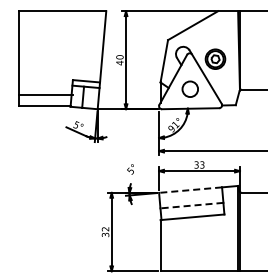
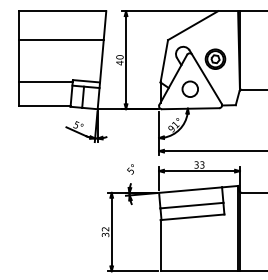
line at (61, 40): none -> present
line at (45, 95) position: (45, 95) -> (45, 82)
line at (190, 190): dashed -> solid
line at (191, 205): dashed -> solid
